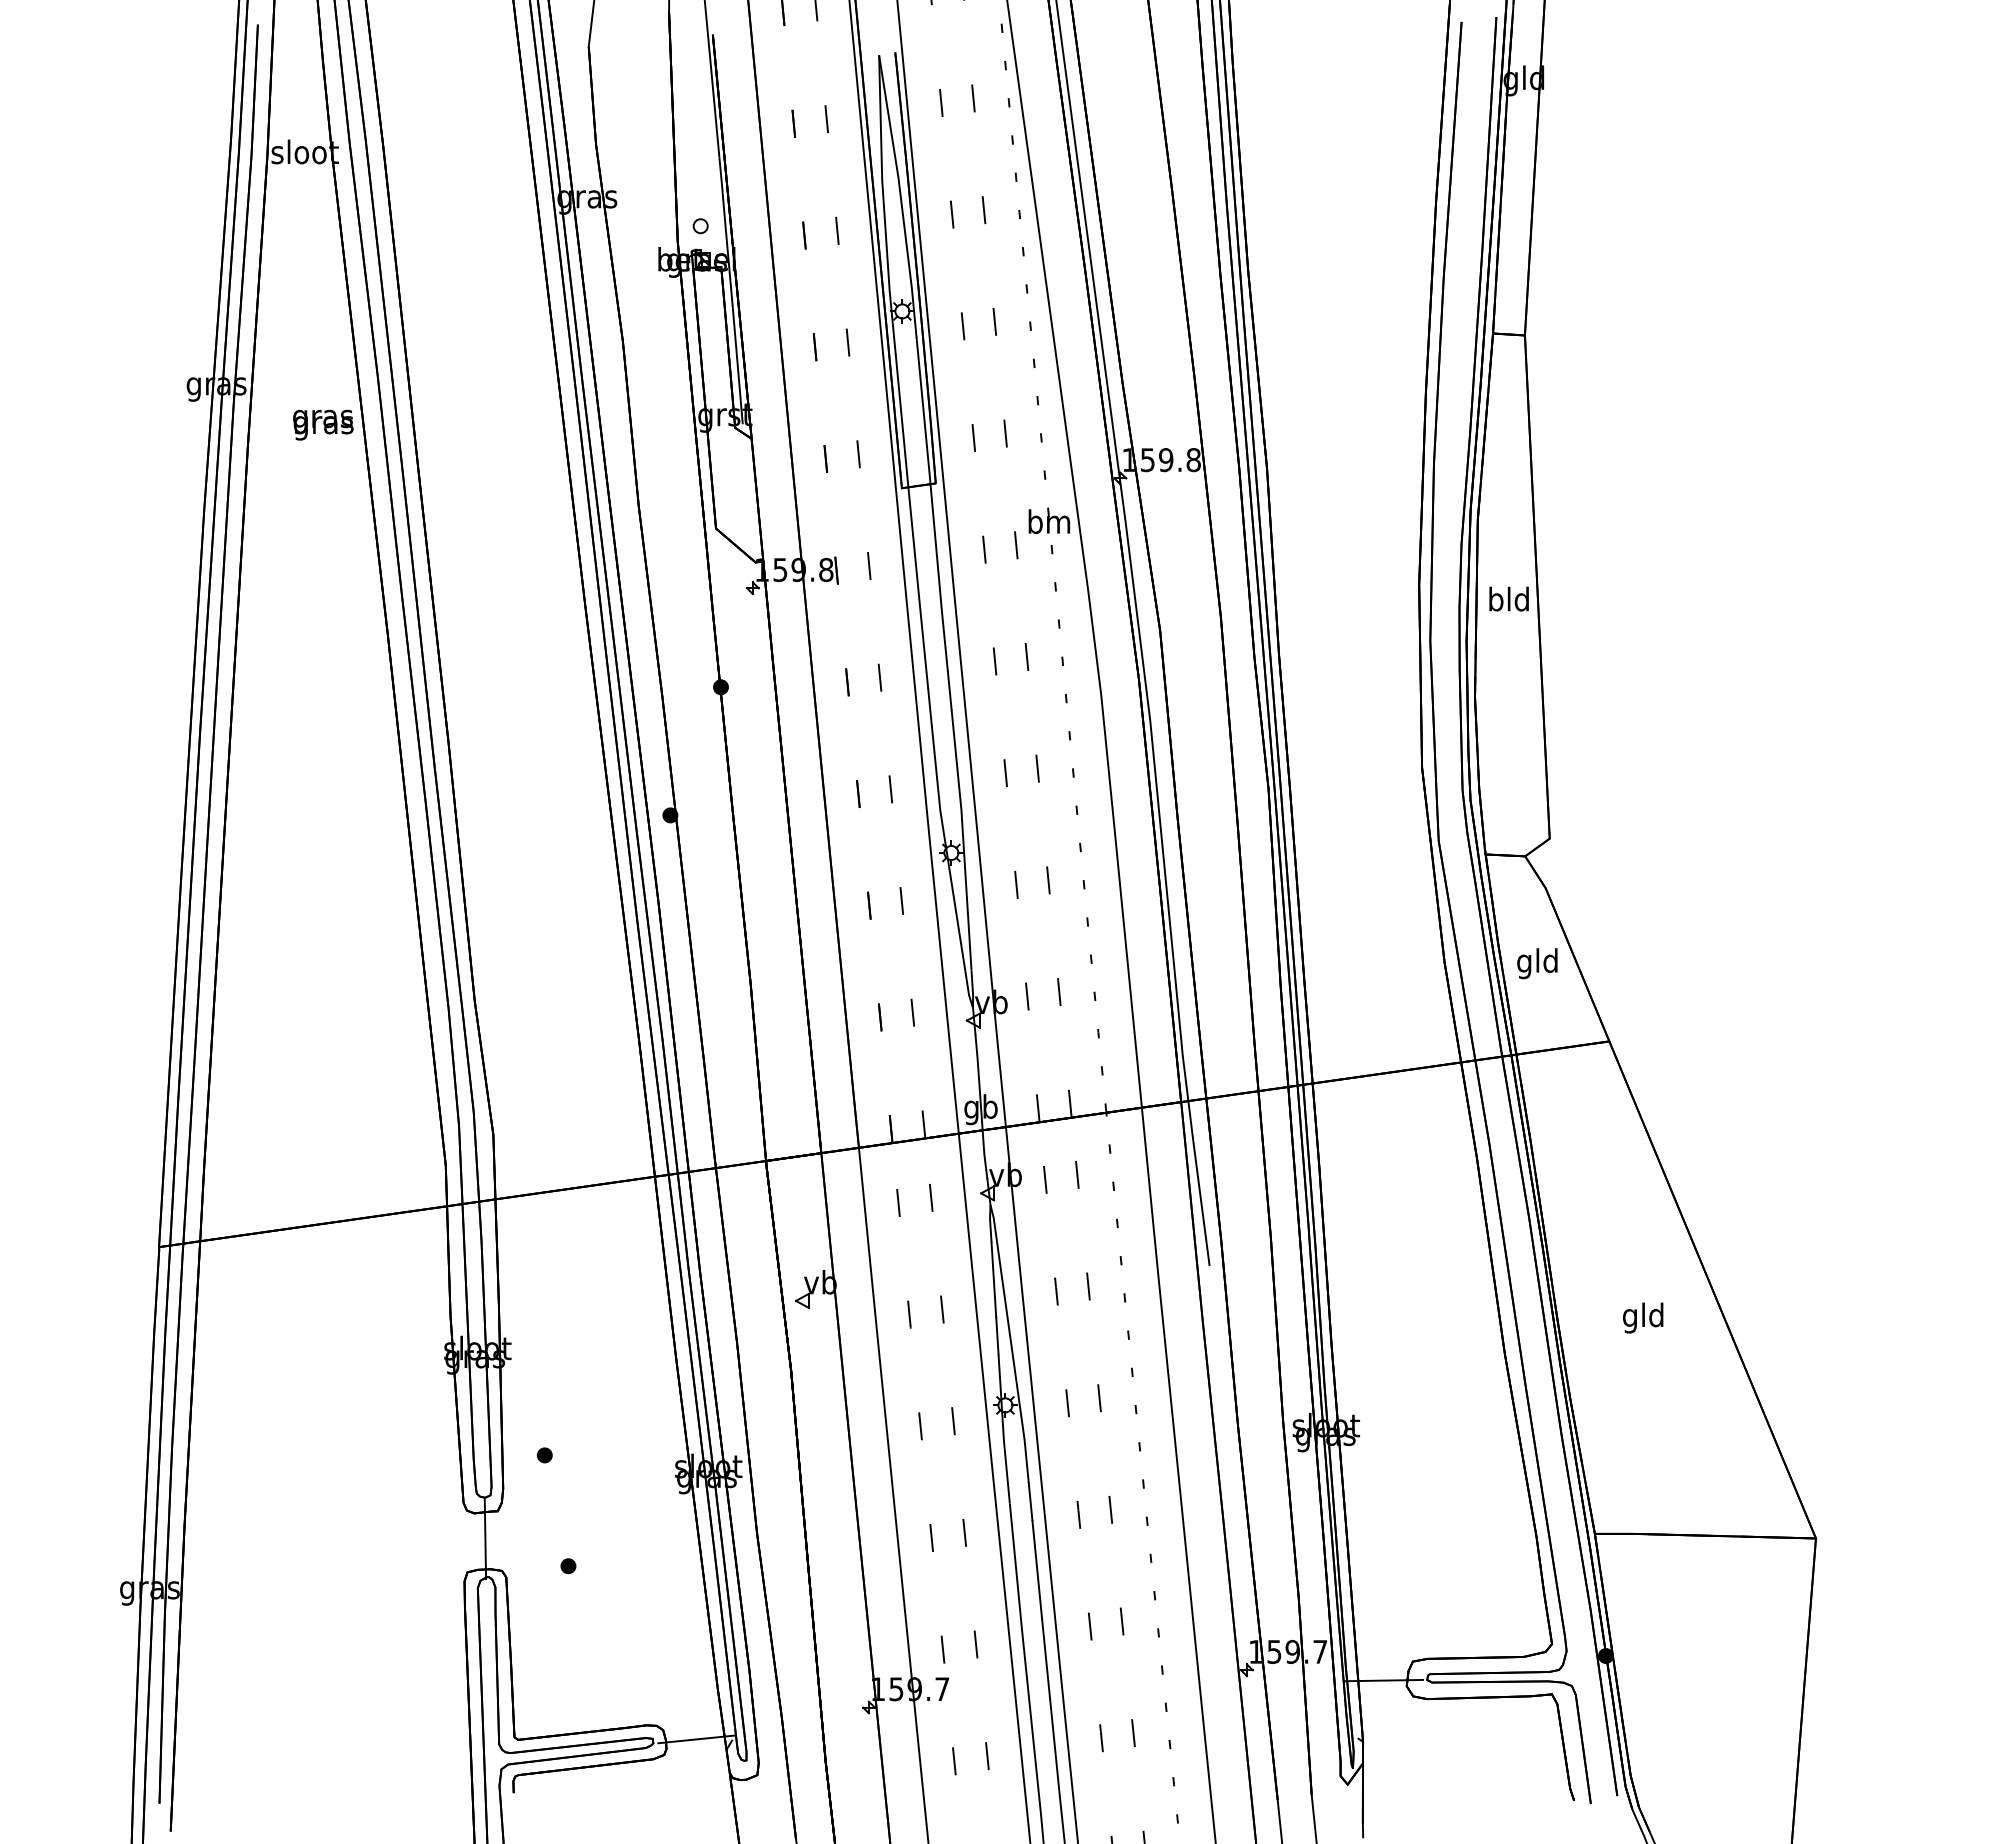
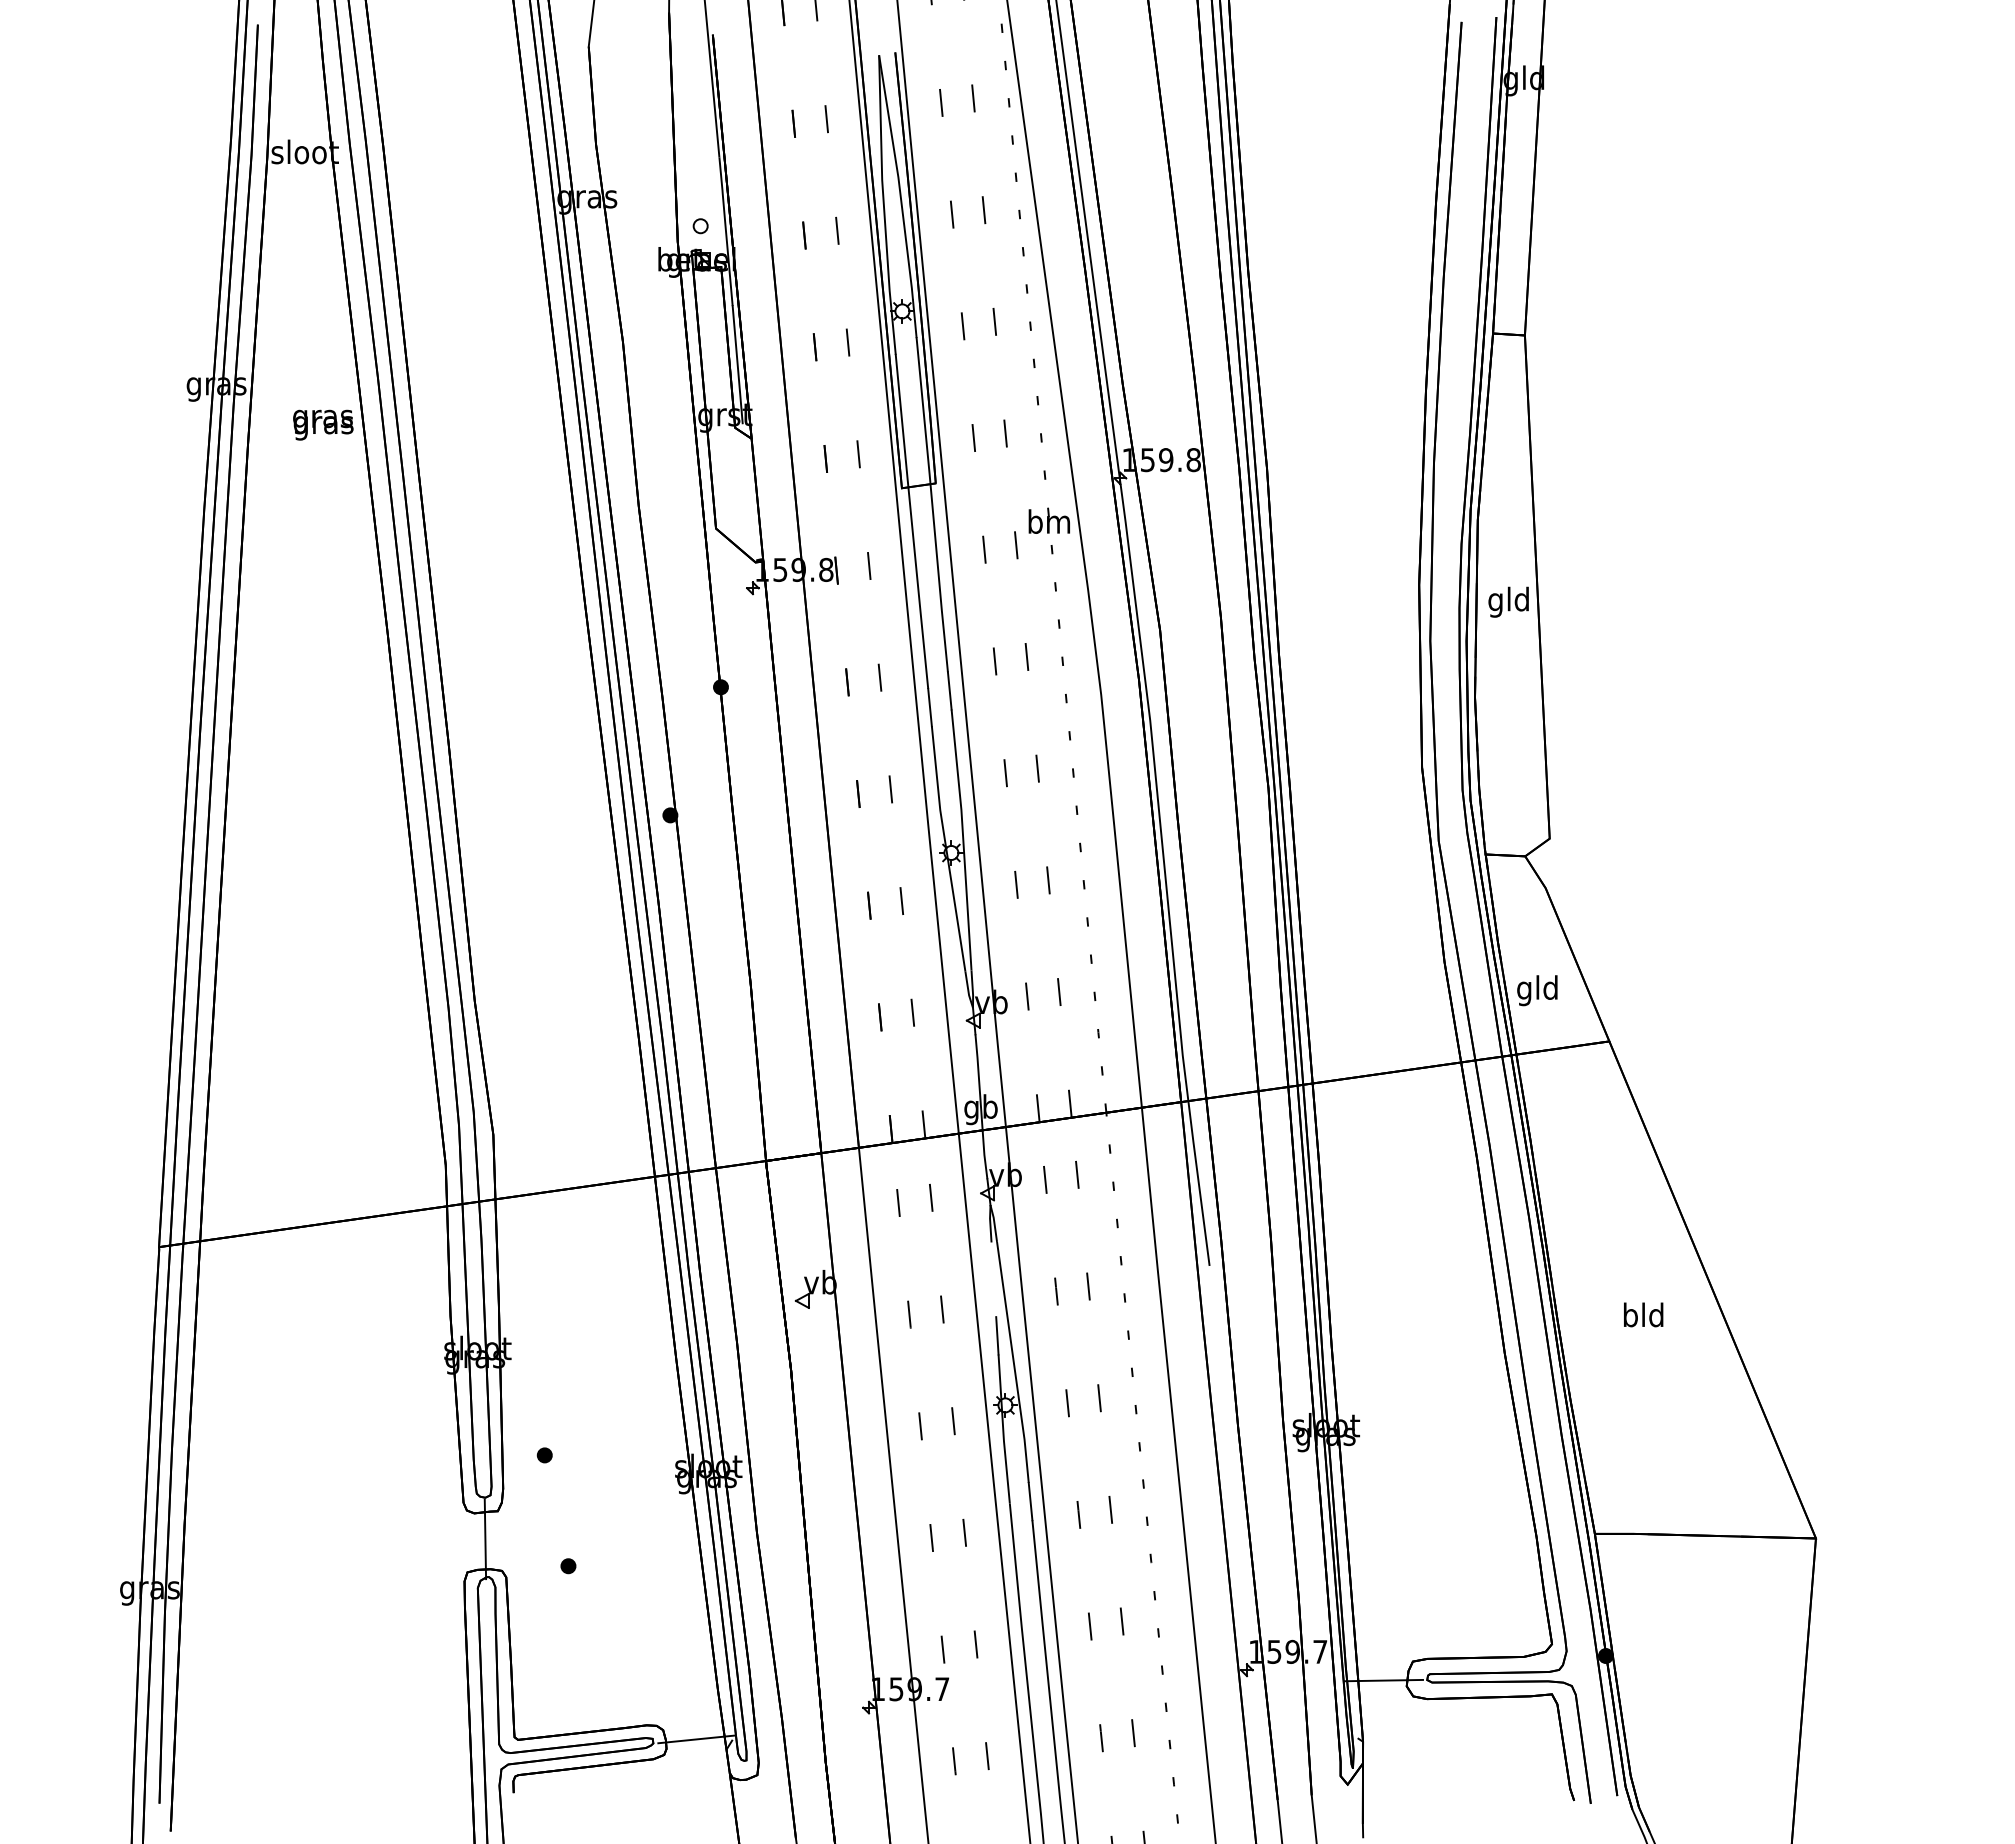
text at (1495, 601): bld -> gld
text at (1537, 963) position: (1537, 963) -> (1537, 990)
line at (993, 1279): present -> none
text at (1630, 1317): gld -> bld
